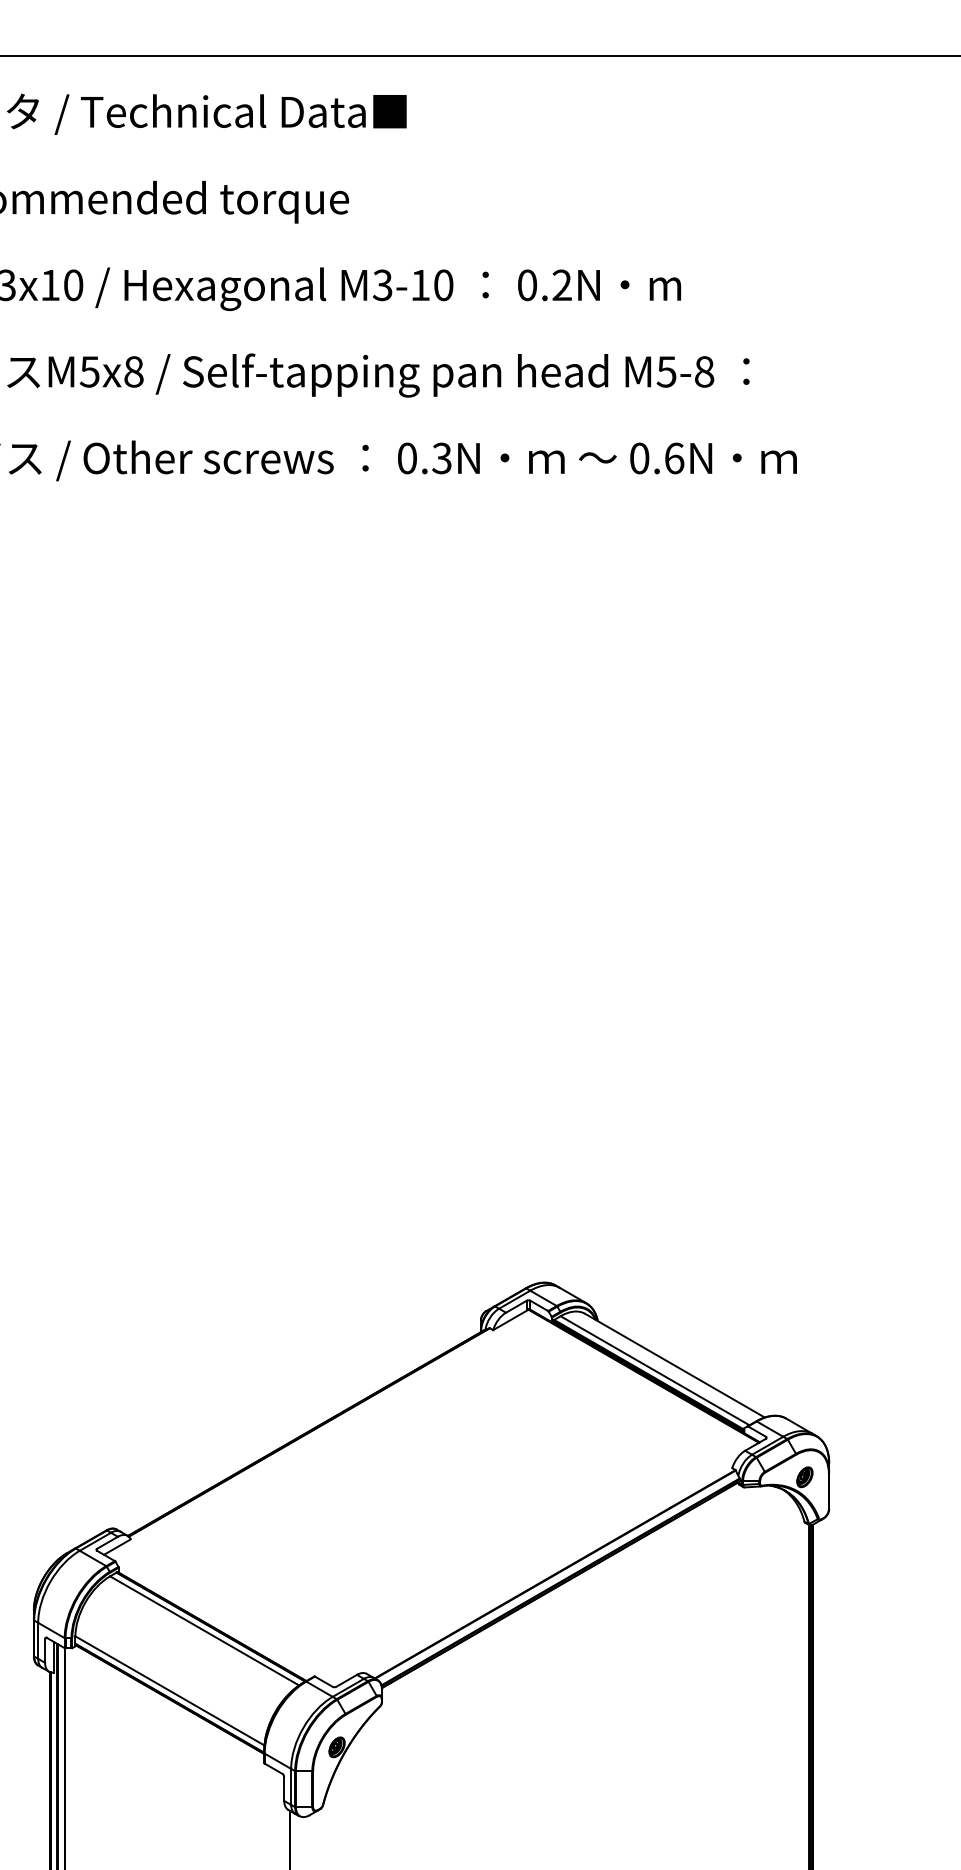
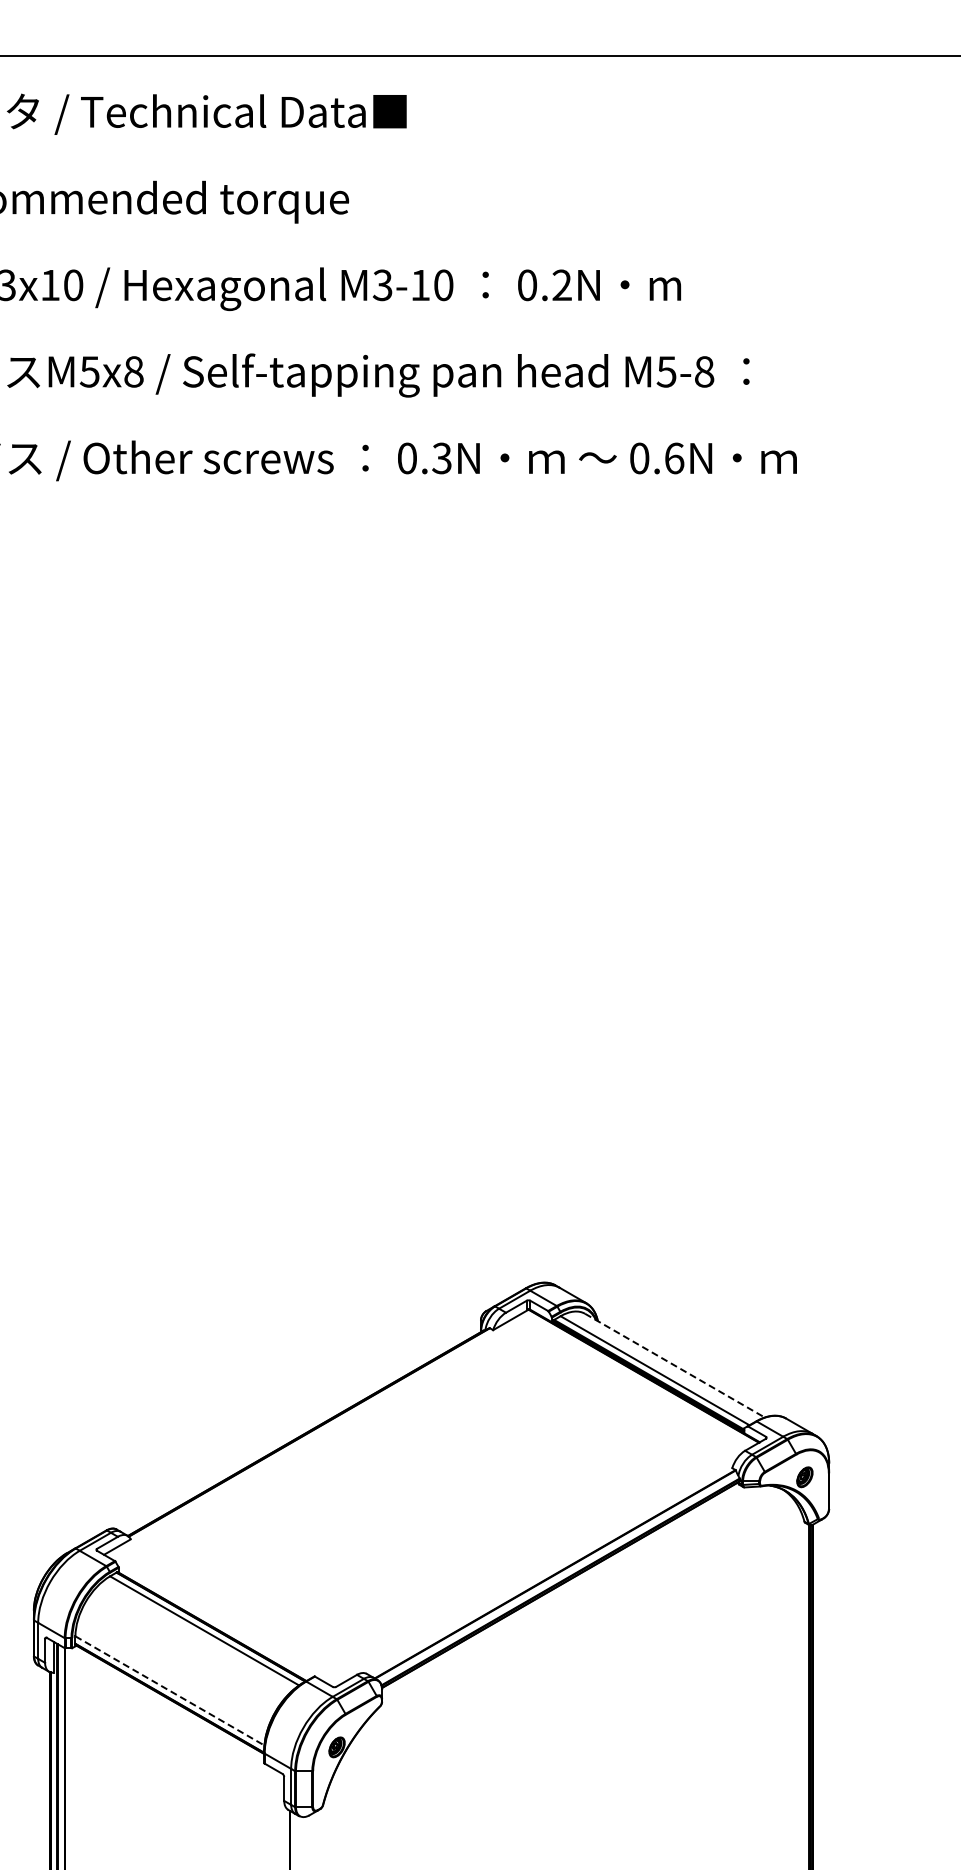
line at (674, 1365): solid -> dashed
line at (170, 1691): solid -> dashed
